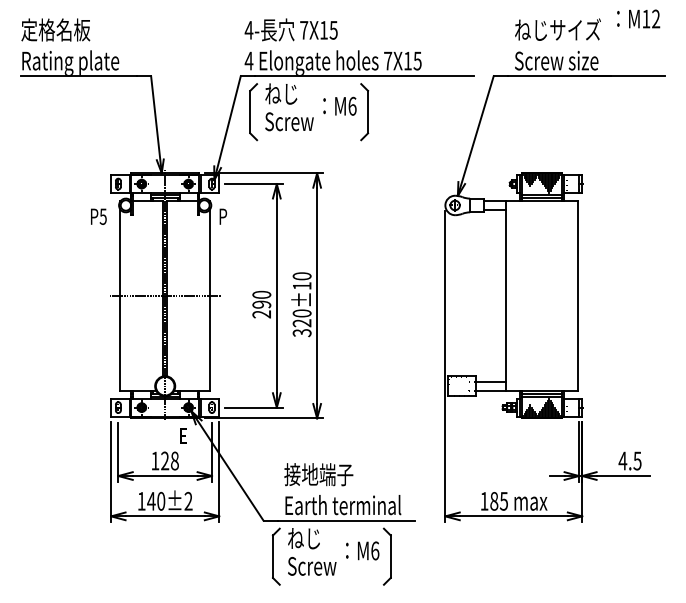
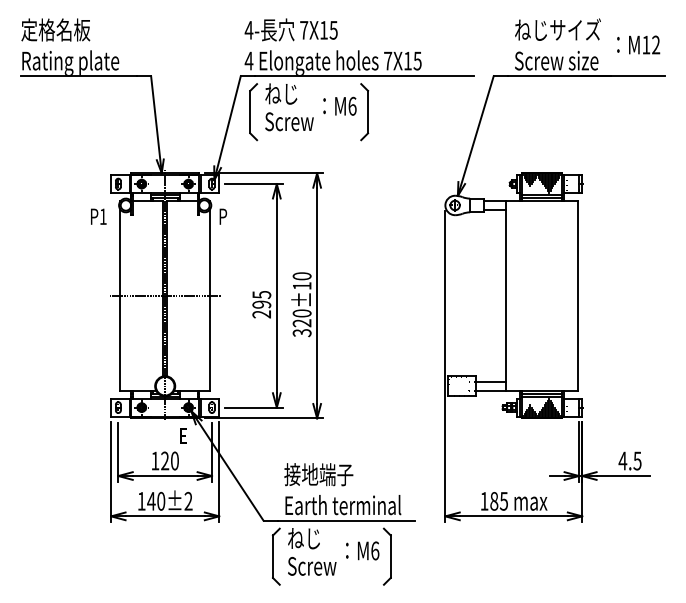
text at (638, 18) position: (638, 18) -> (638, 44)
text at (102, 216): P5 -> P1
text at (261, 294): 290 -> 295
text at (174, 461): 128 -> 120
